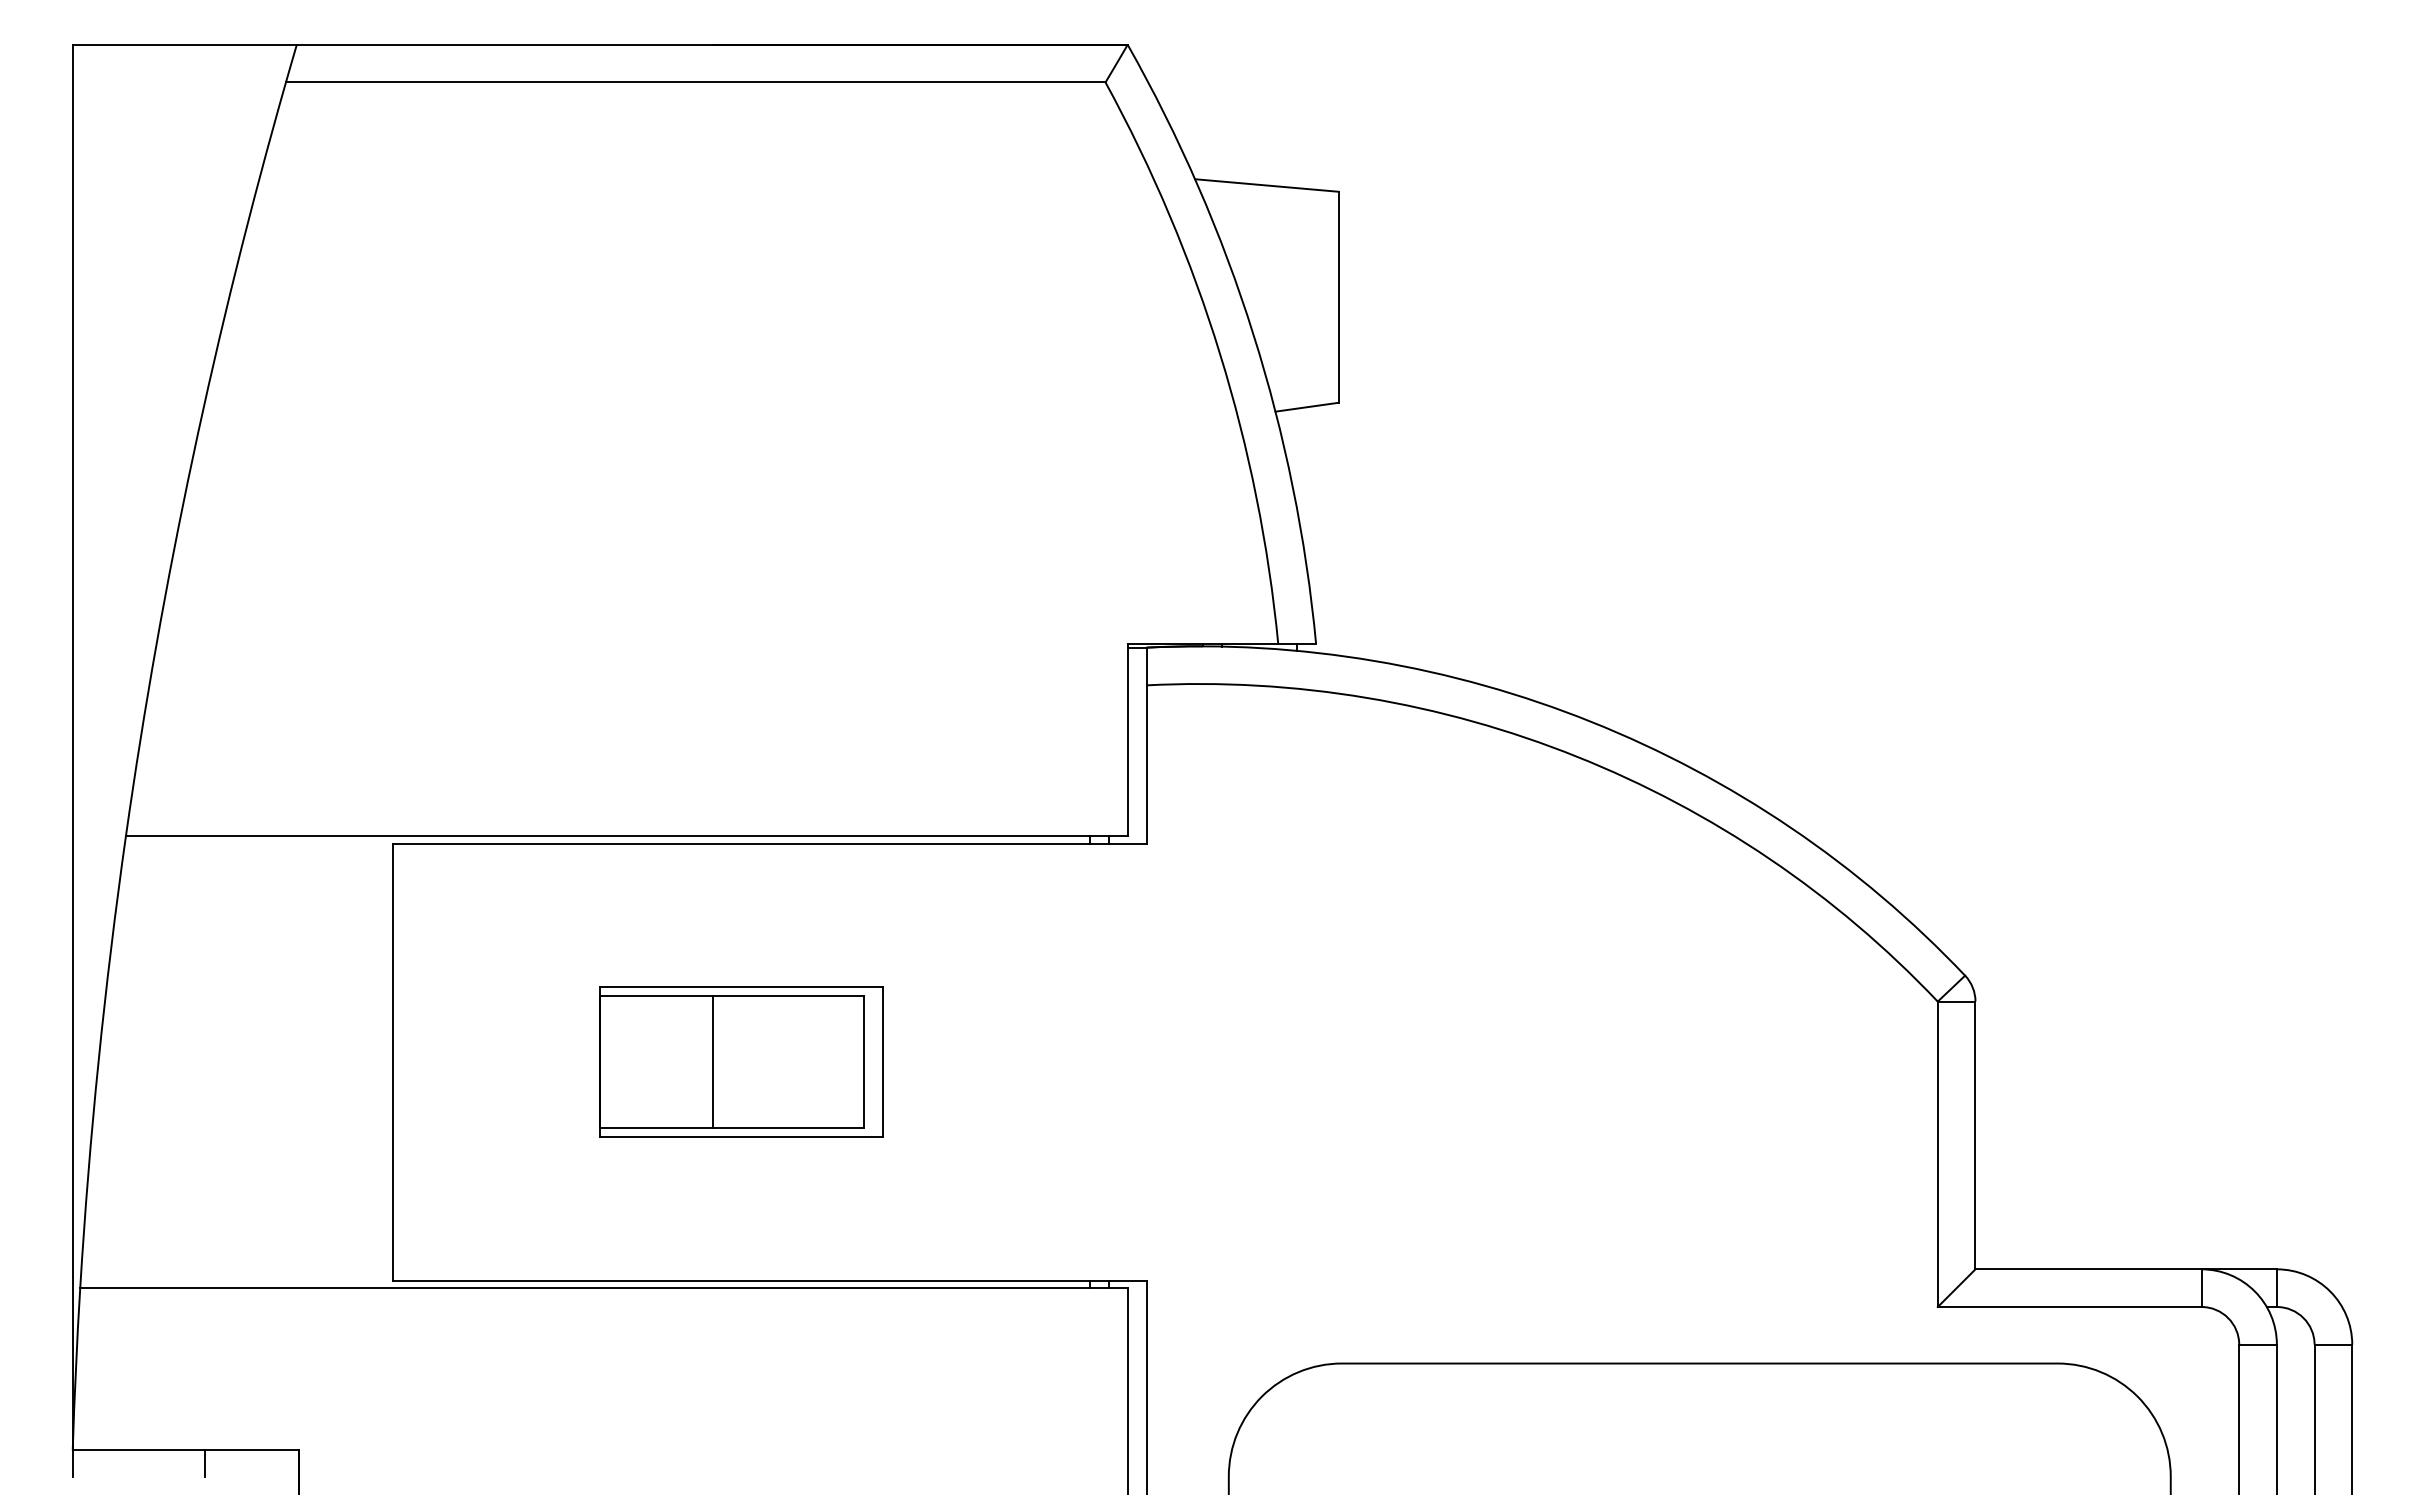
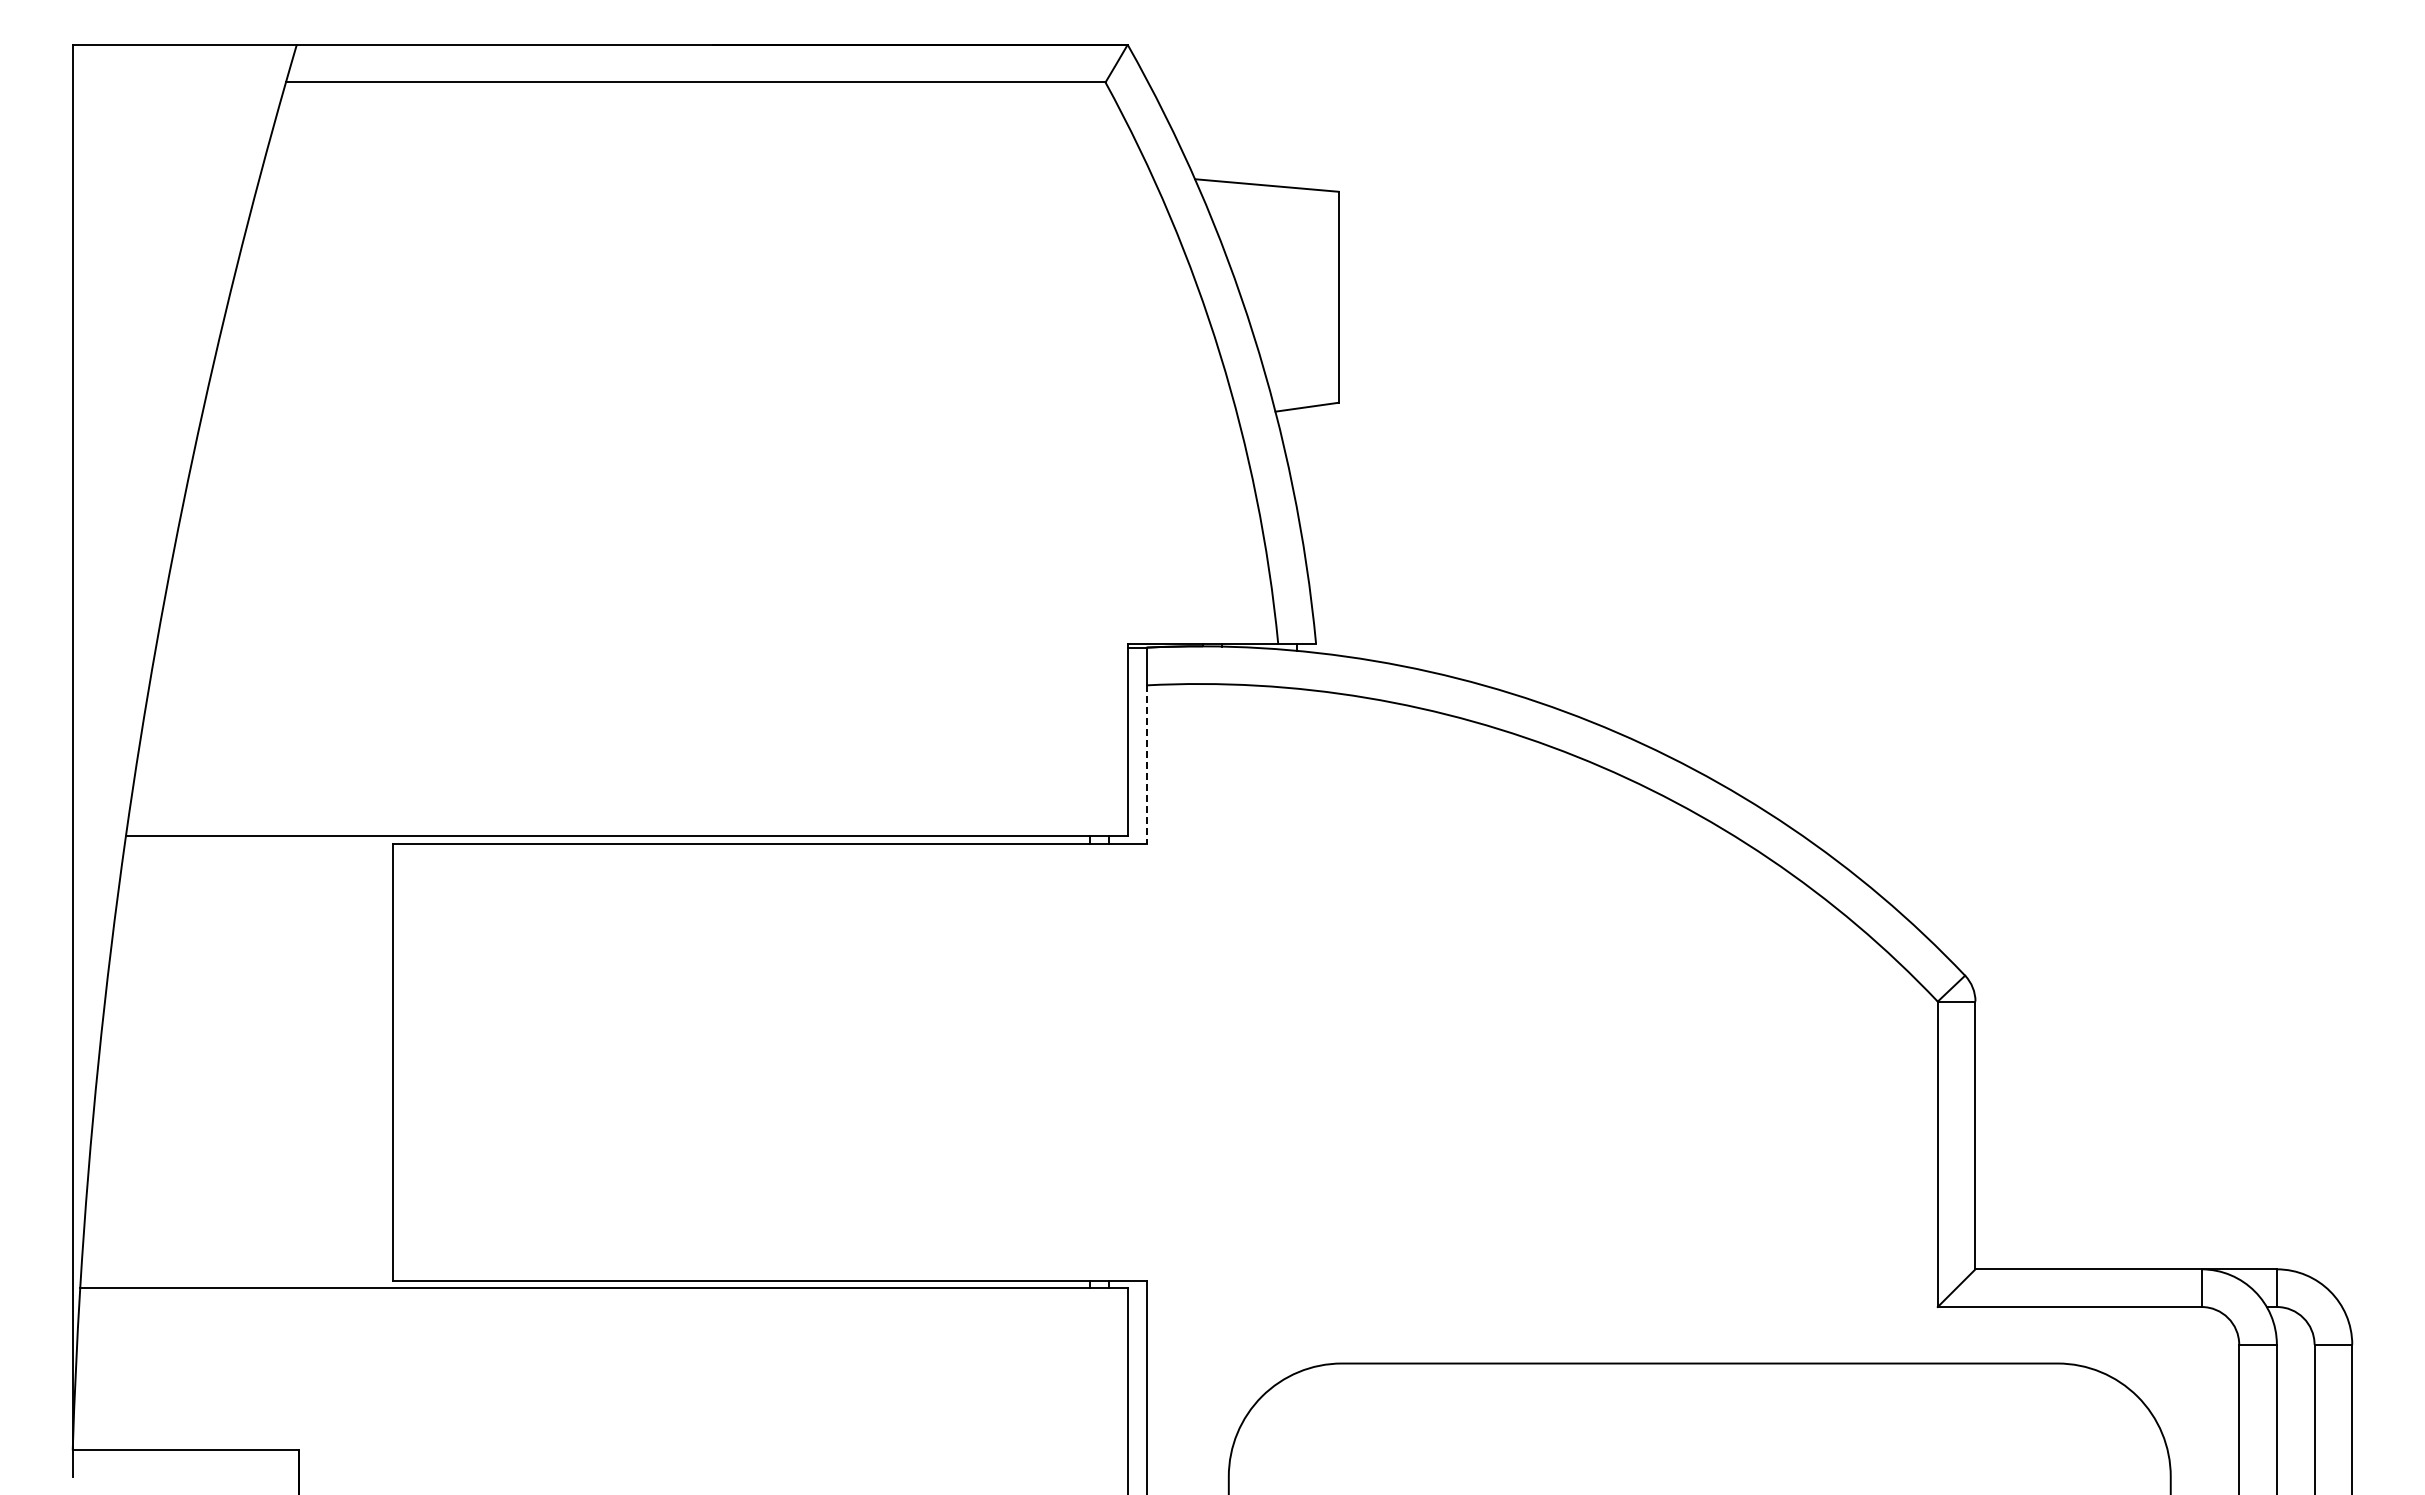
line at (1146, 764): solid -> dashed
part at (741, 1061): present -> none
line at (204, 1463): present -> none
